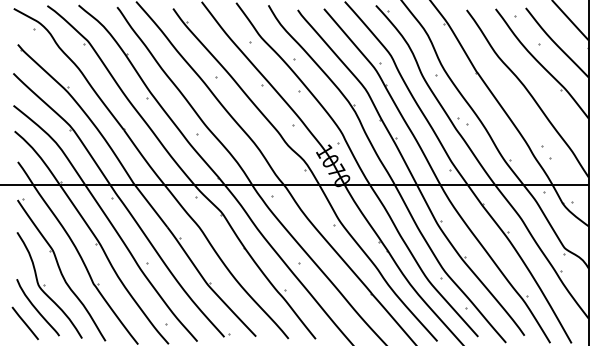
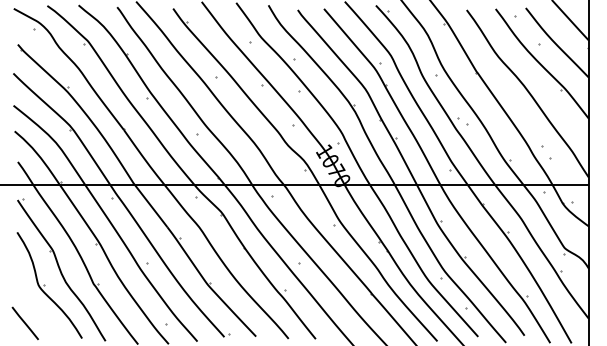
curve at (36, 307): present -> none
